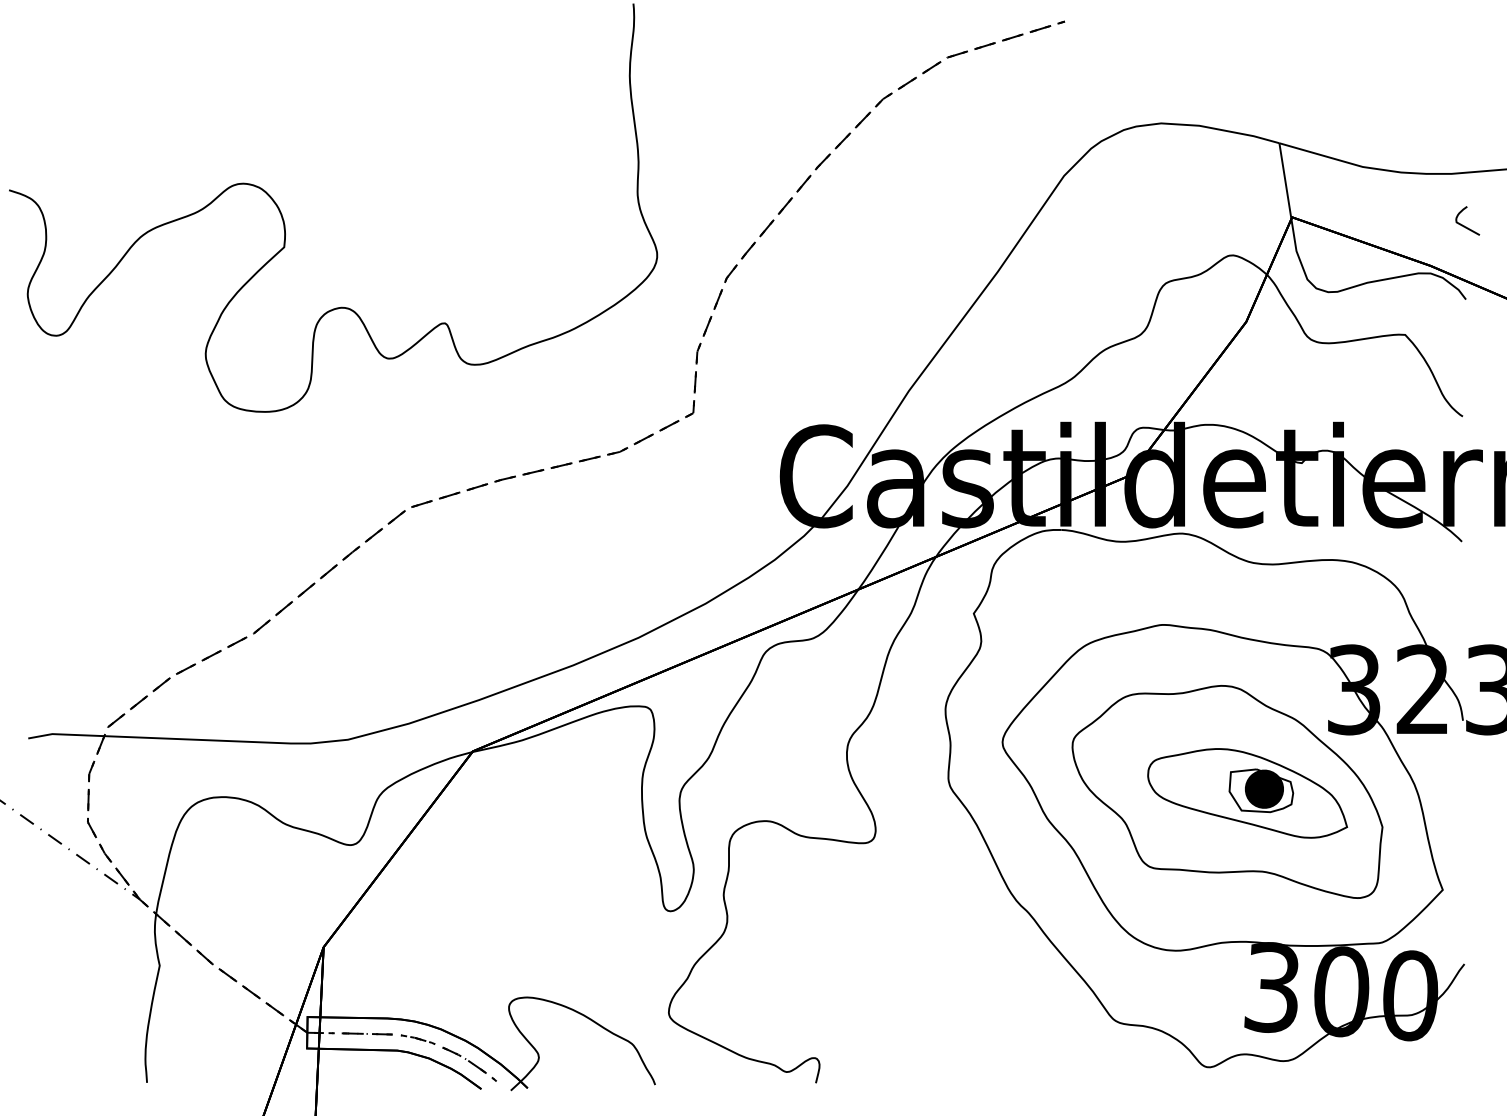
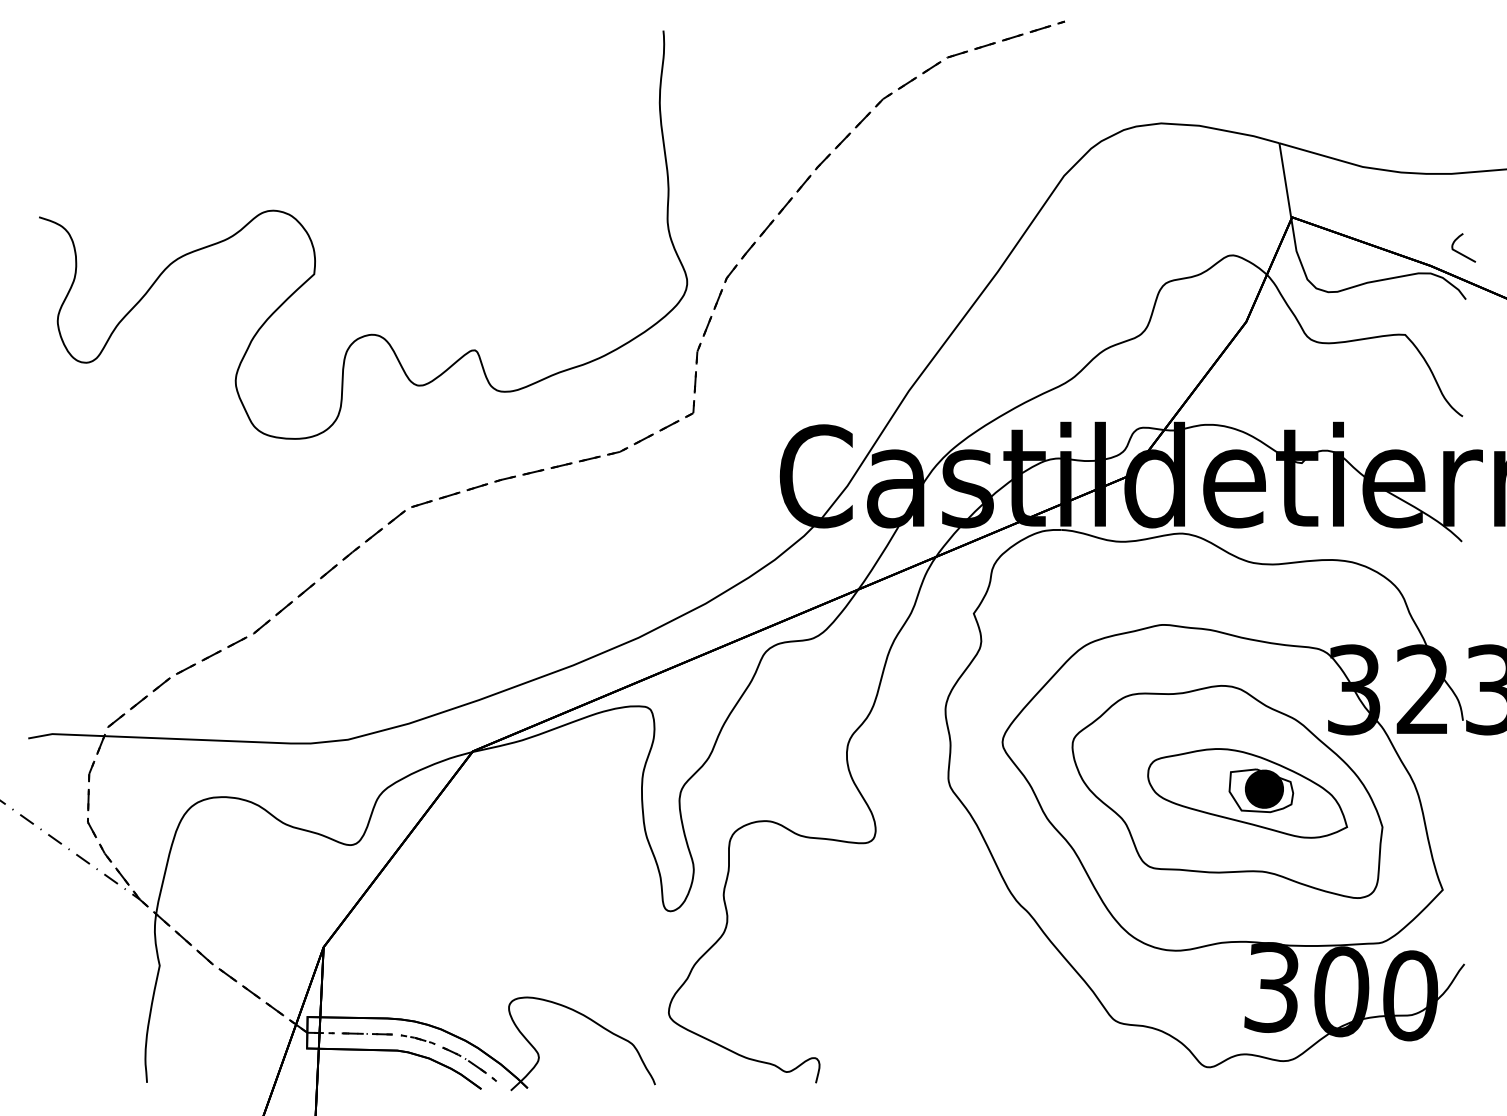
curve at (284, 220) position: (284, 220) -> (314, 247)
curve at (1464, 225) position: (1464, 225) -> (1460, 252)
